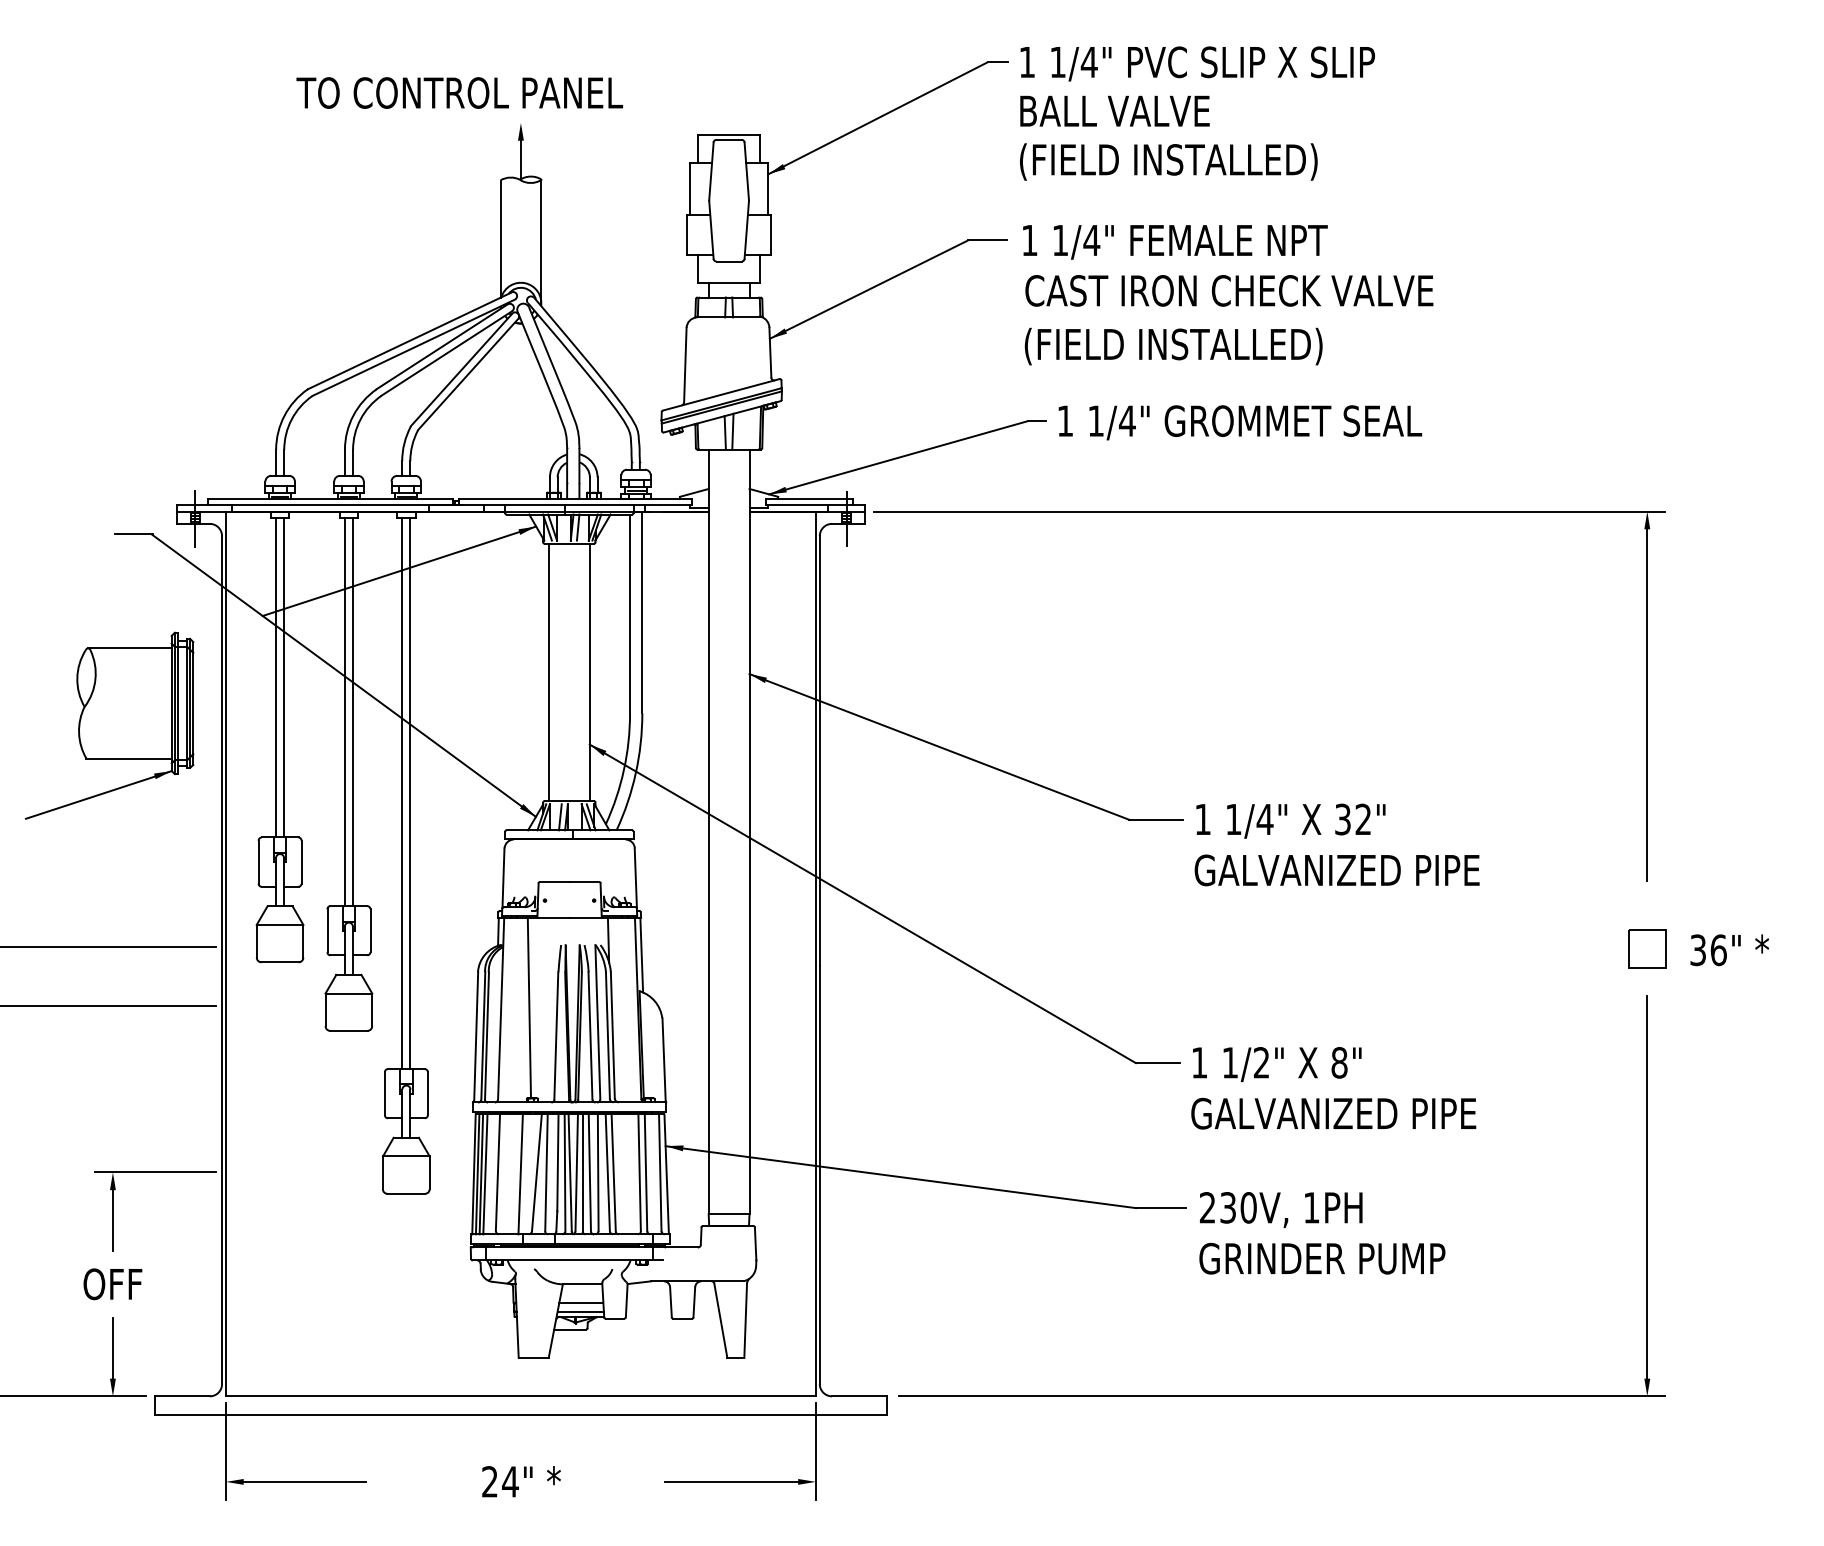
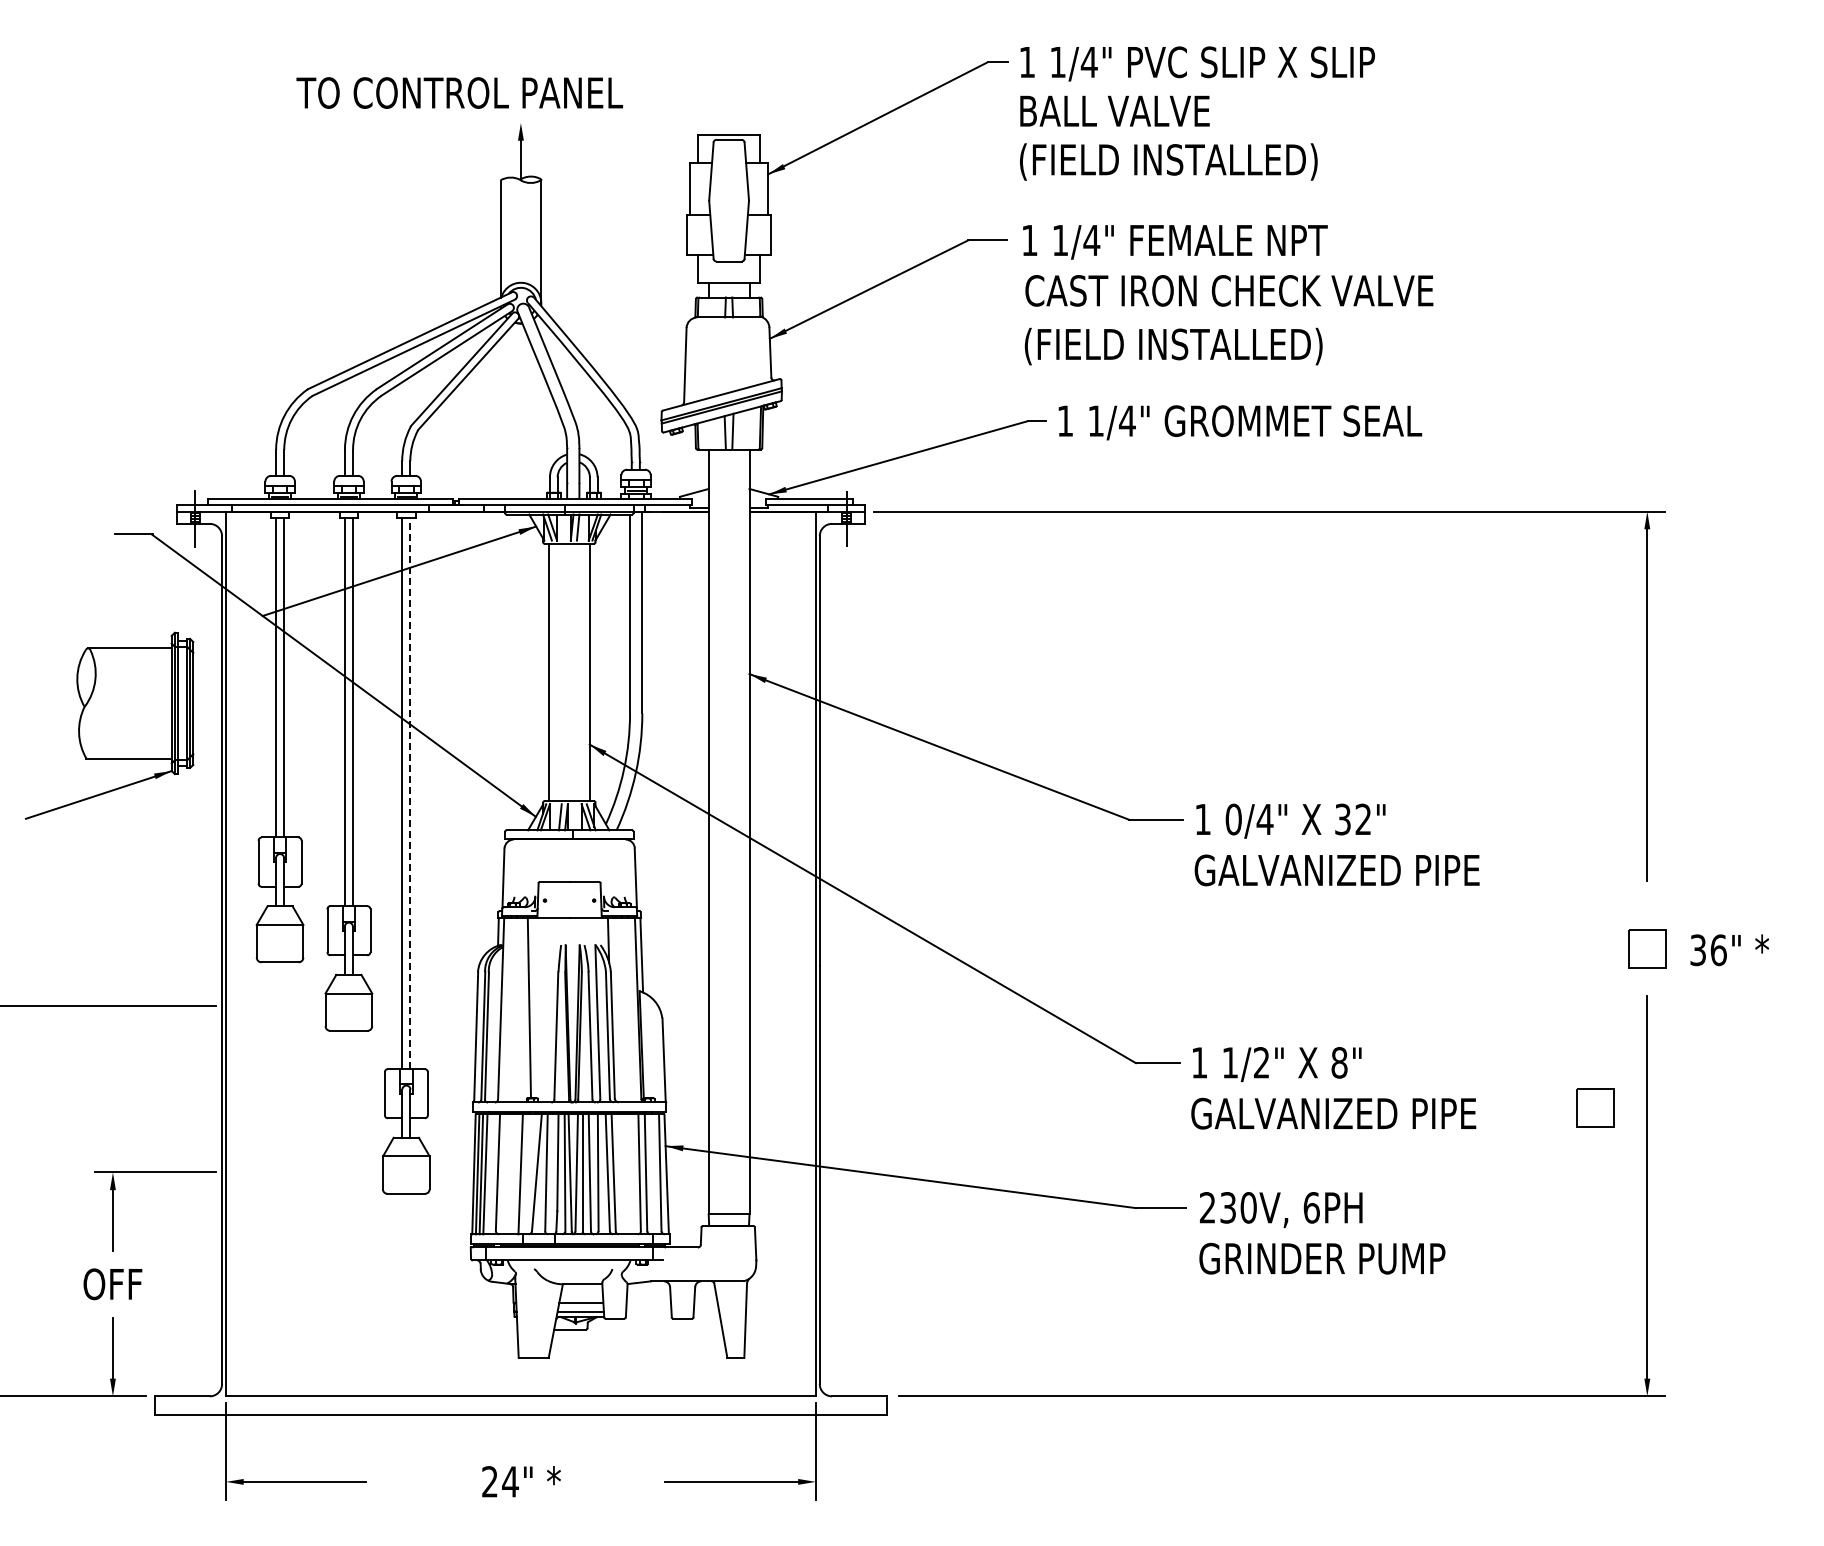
line at (410, 793): solid -> dashed
text at (1233, 819): 1/4" -> 0/4"
line at (109, 946): present -> none
part at (1595, 1107): none -> present
text at (1311, 1207): 1PH -> 6PH
